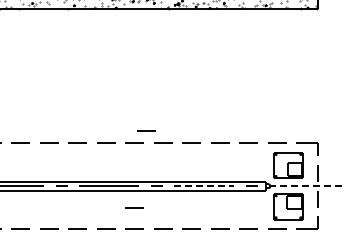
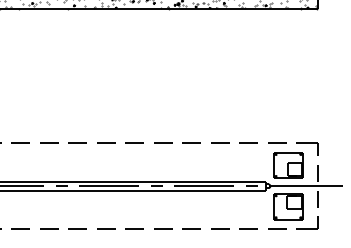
line at (146, 130): present -> none
line at (204, 186): dashed -> solid
line at (305, 186): dashed -> solid
line at (134, 207): present -> none
